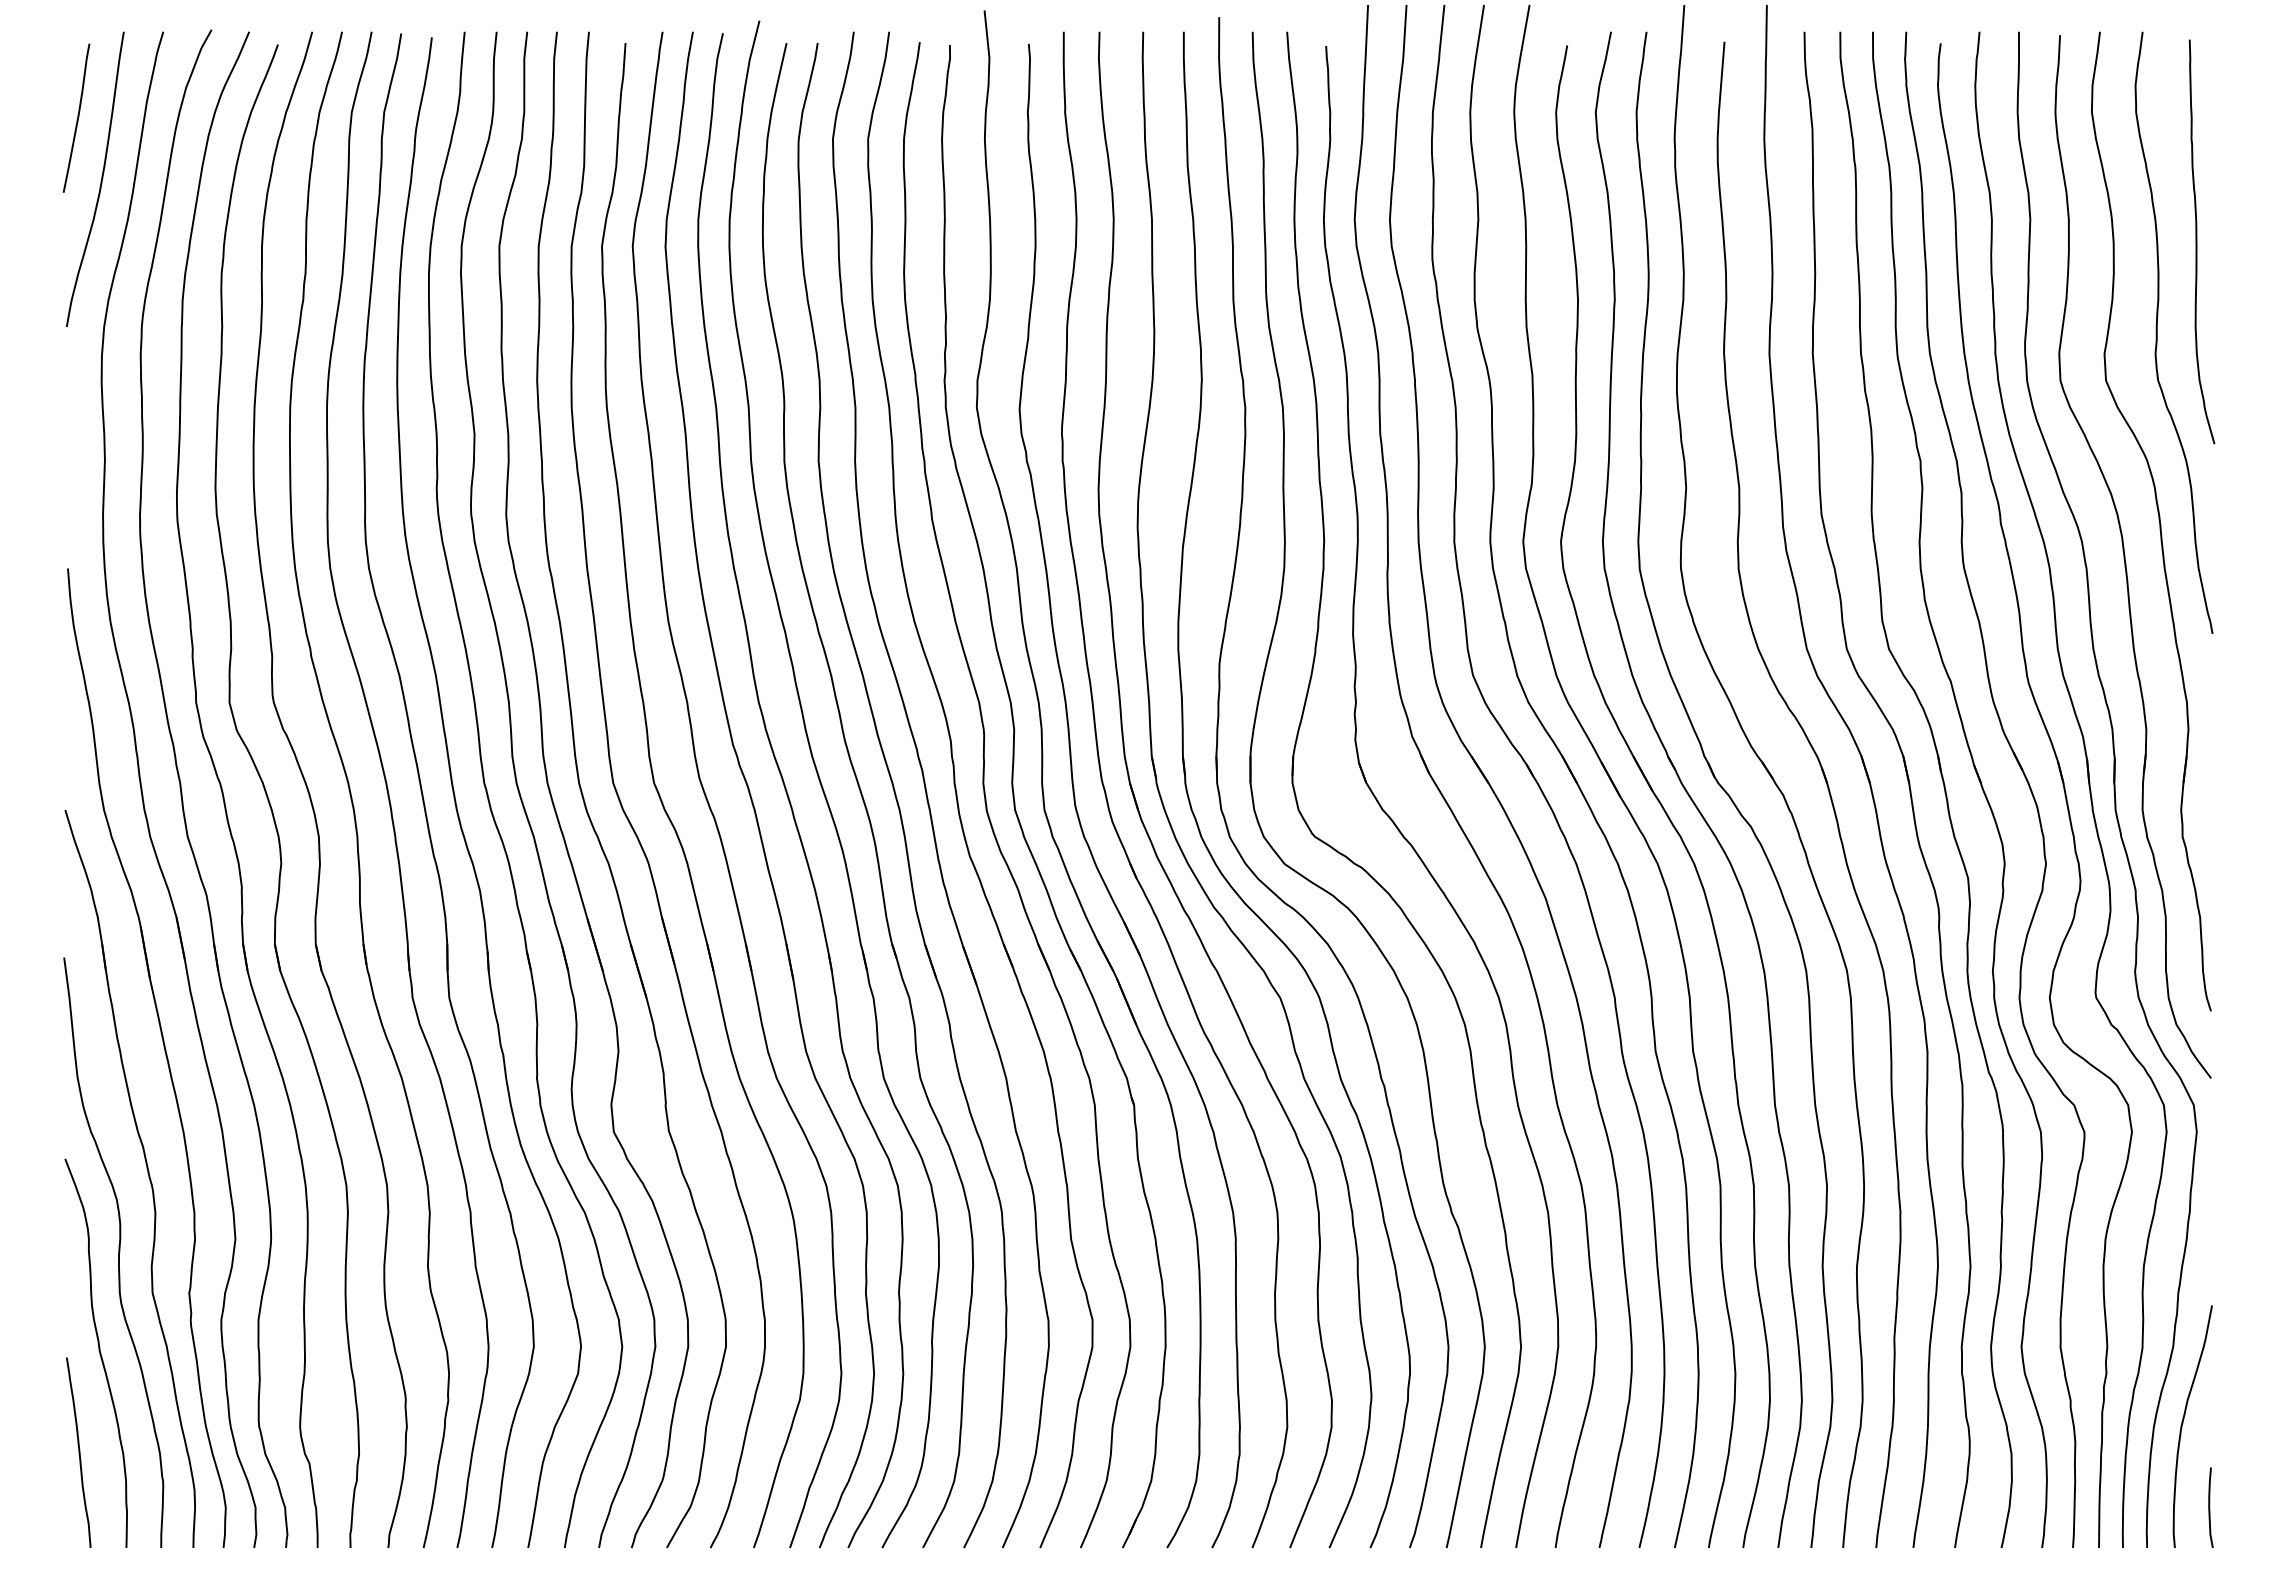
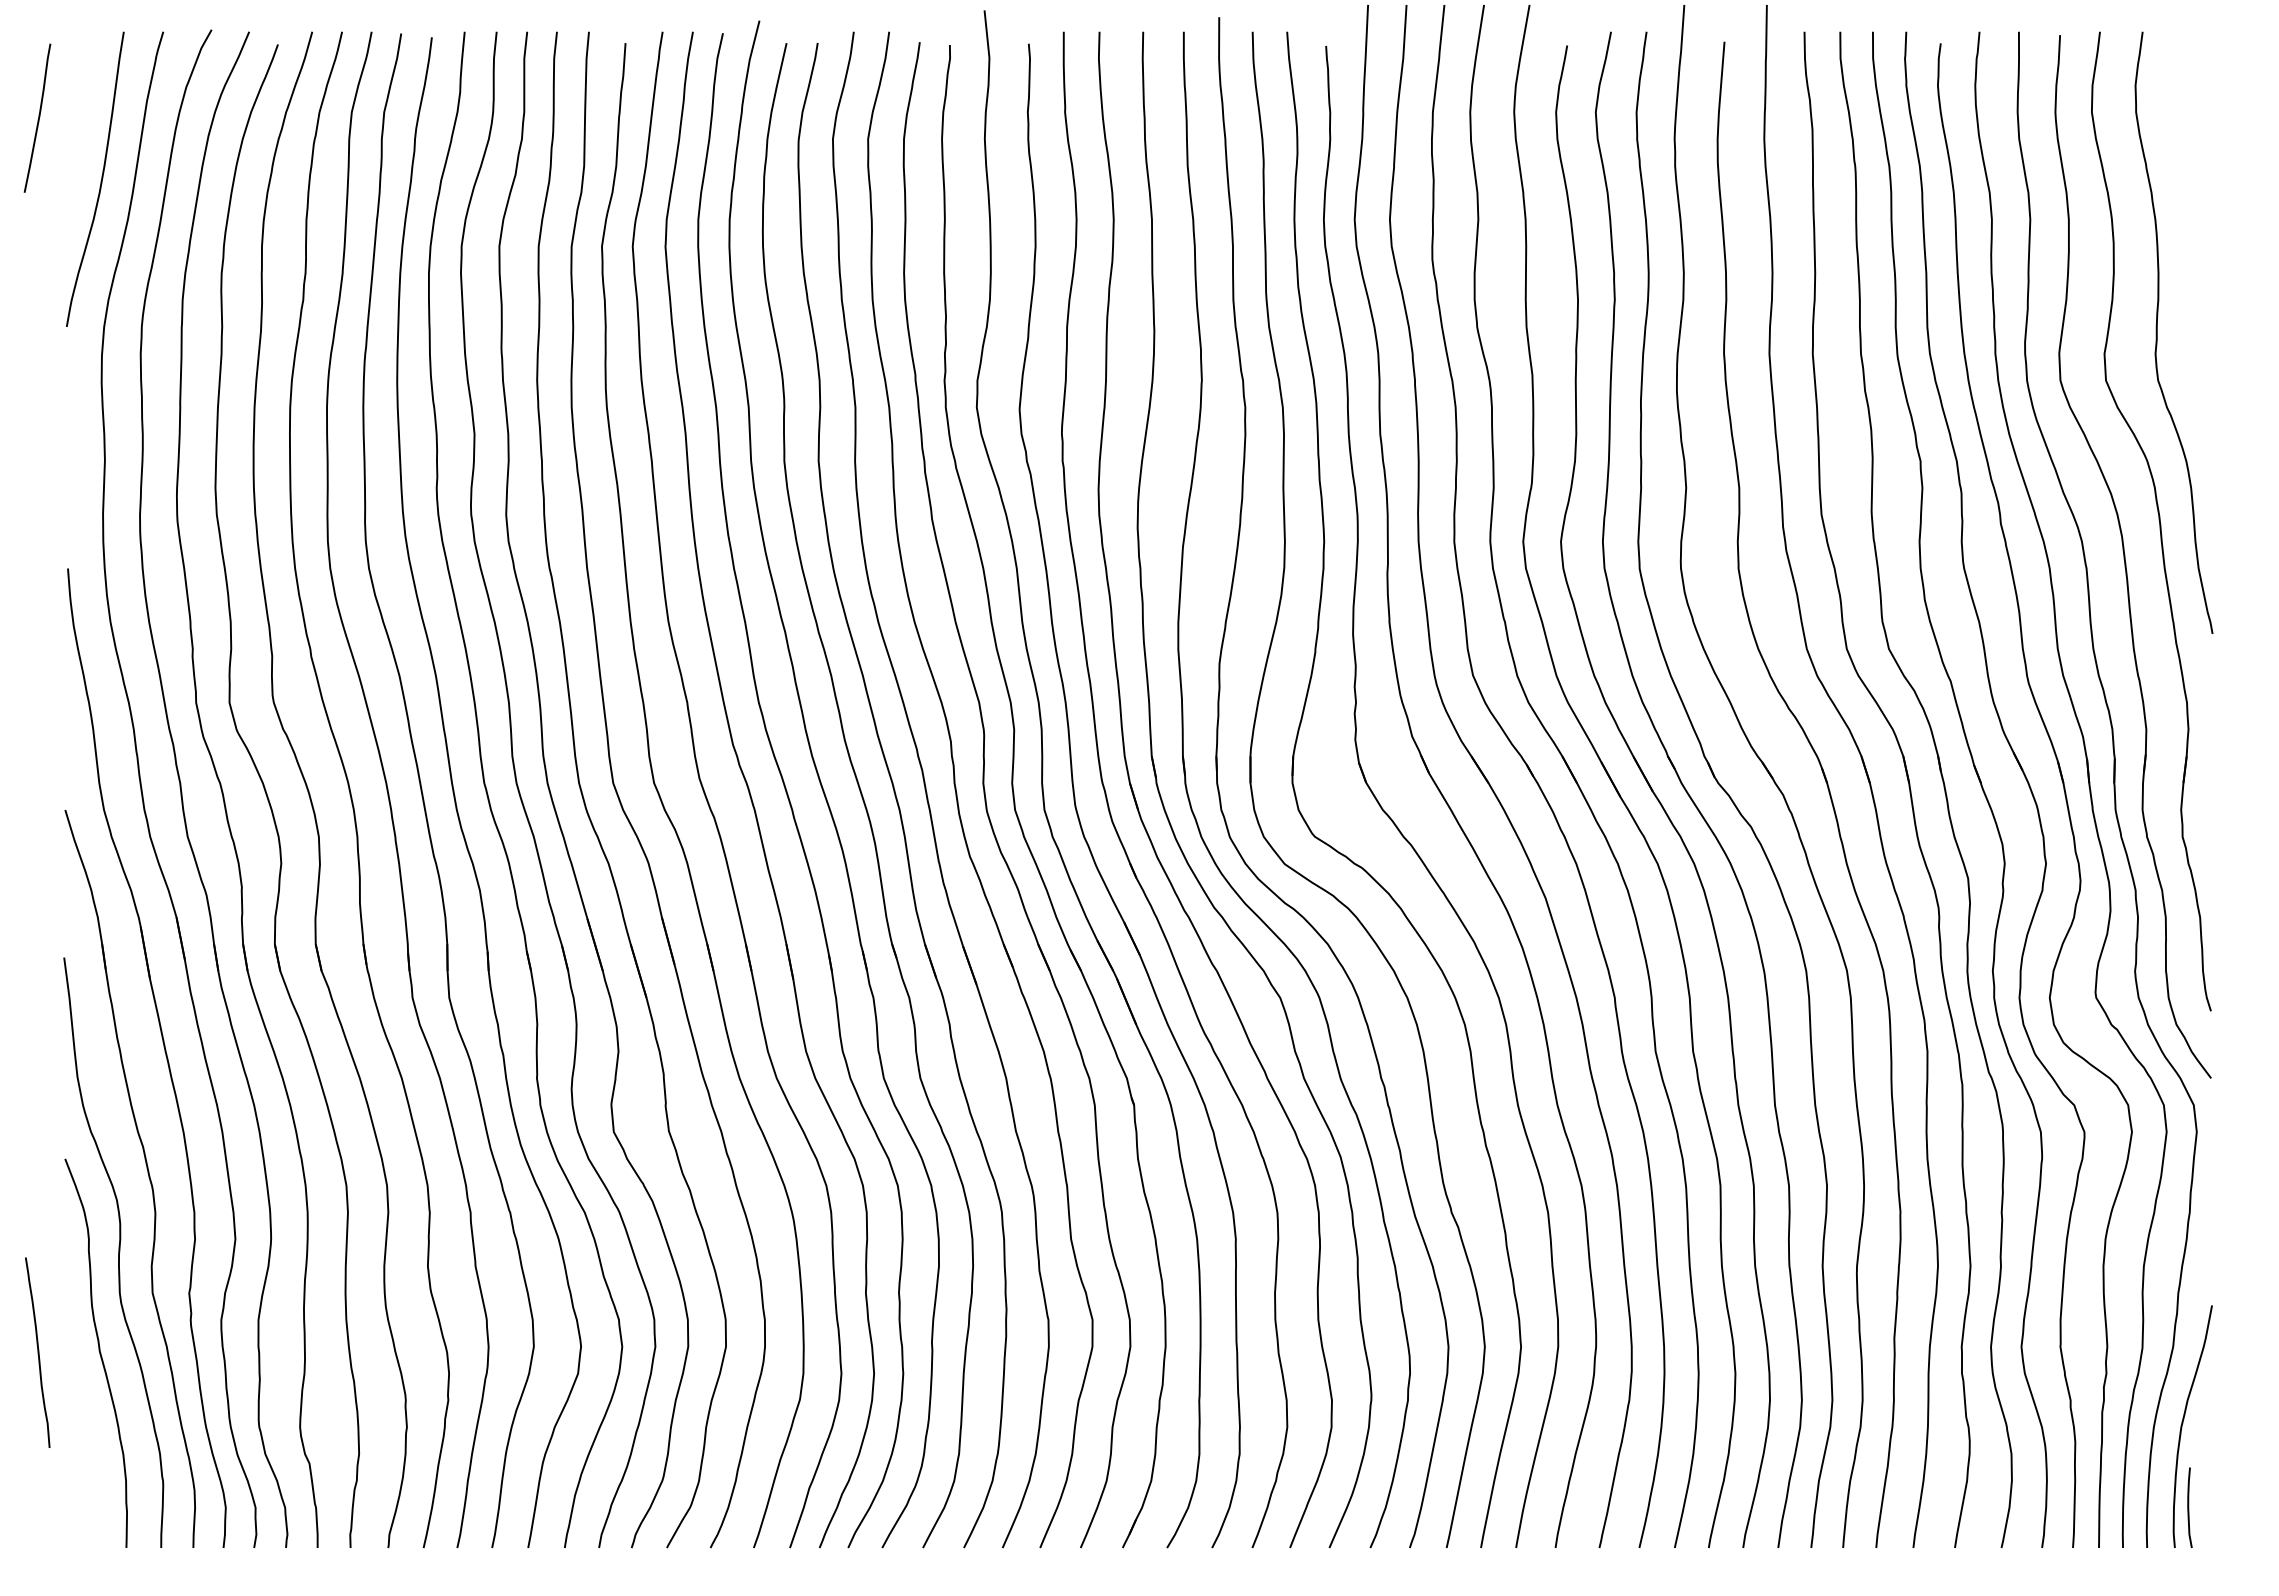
curve at (77, 117) position: (77, 117) -> (38, 117)
curve at (2197, 241): present -> none
curve at (78, 1452) position: (78, 1452) -> (37, 1352)
curve at (2210, 1507) position: (2210, 1507) -> (2189, 1507)
